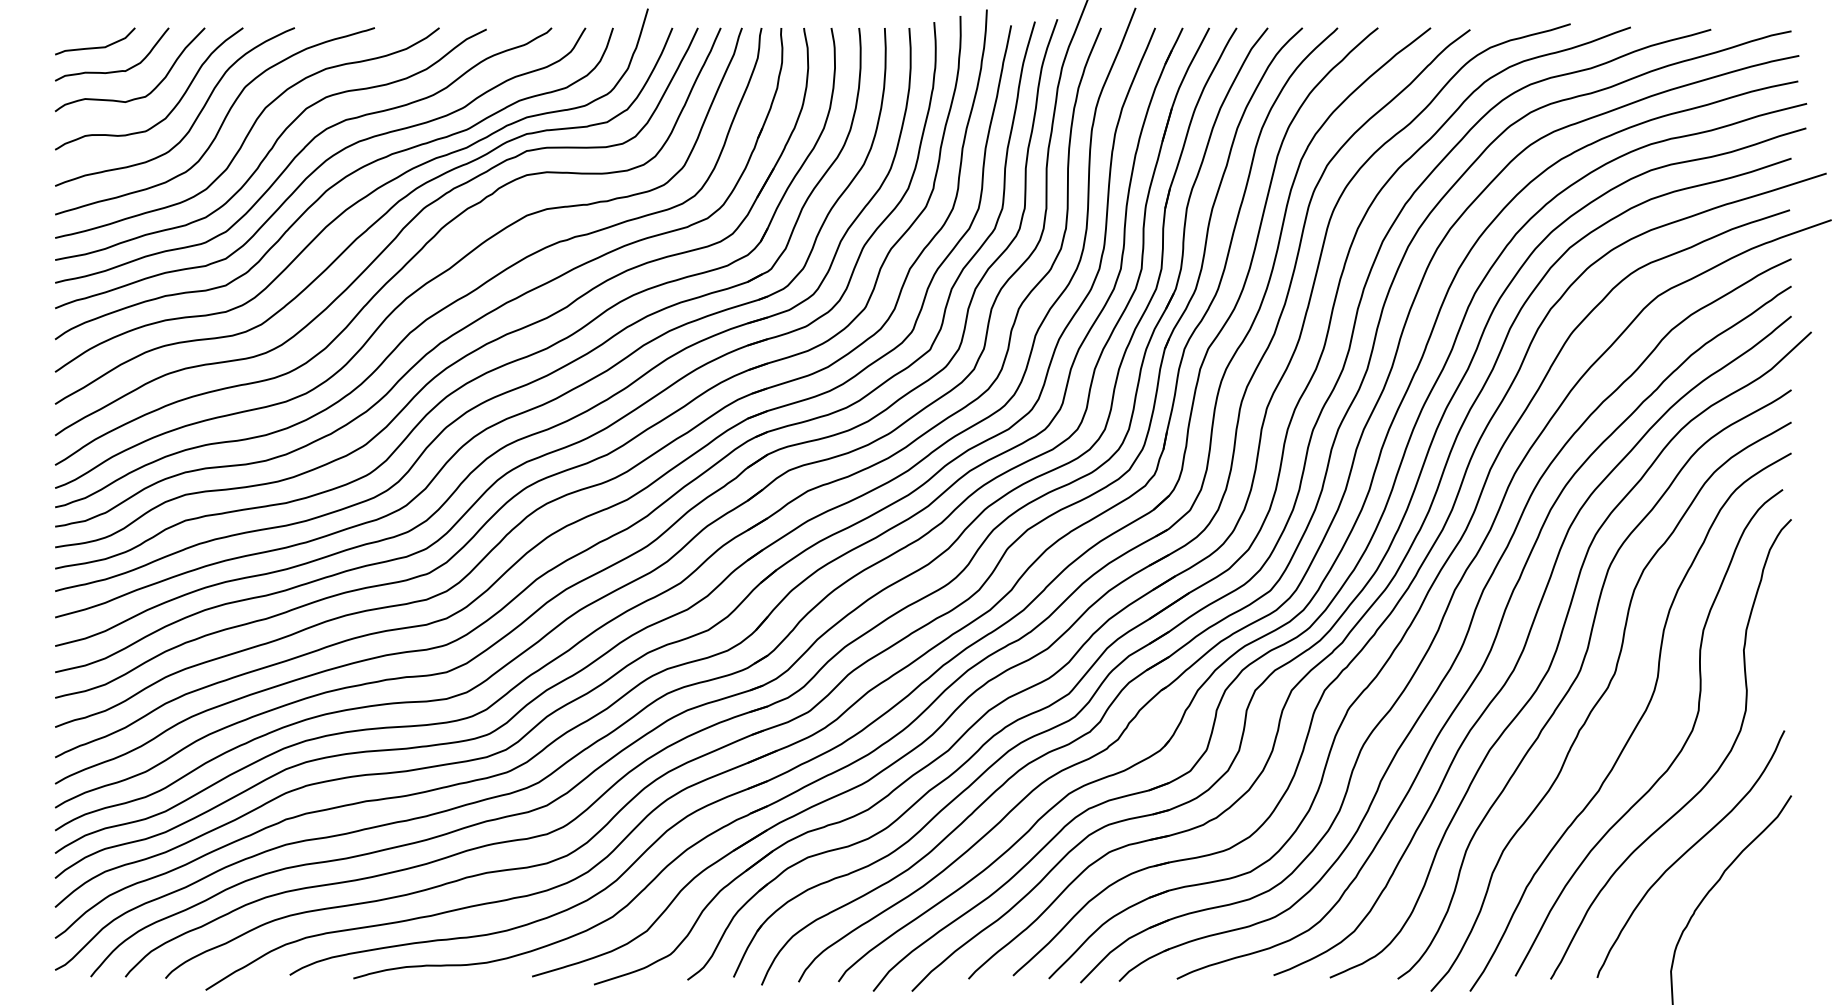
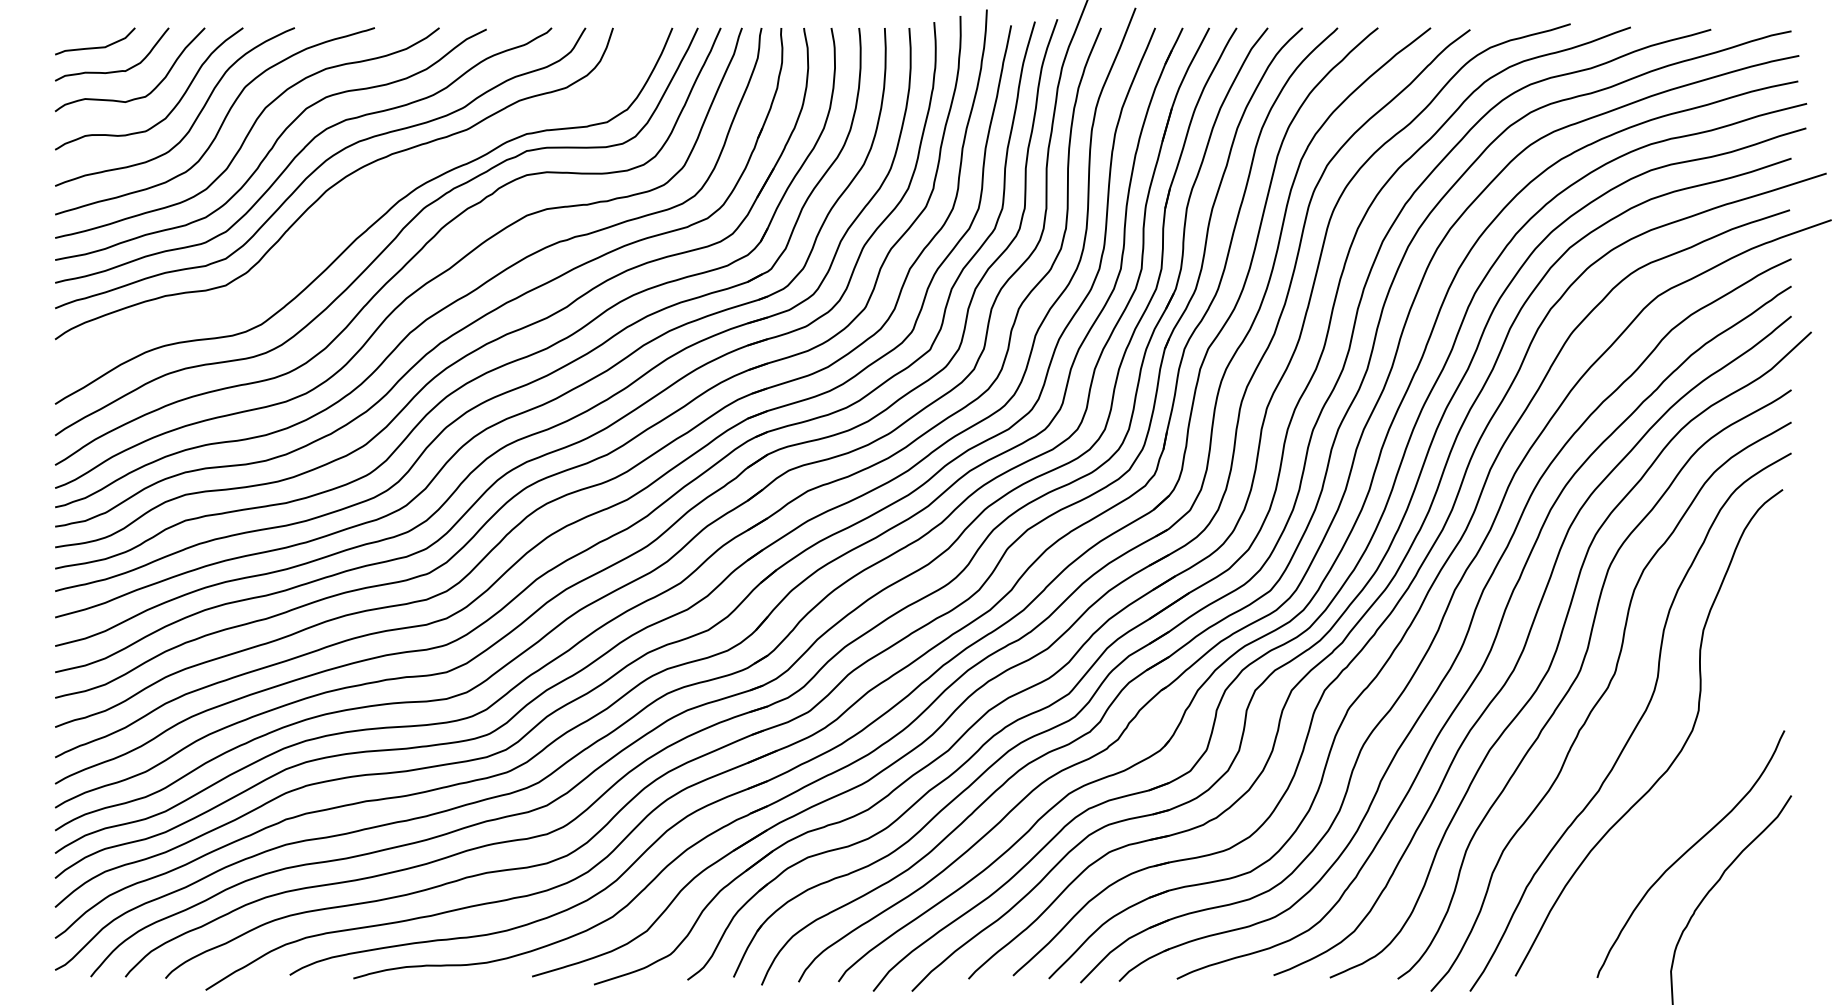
curve at (357, 200): present -> none
curve at (1709, 778): present -> none
